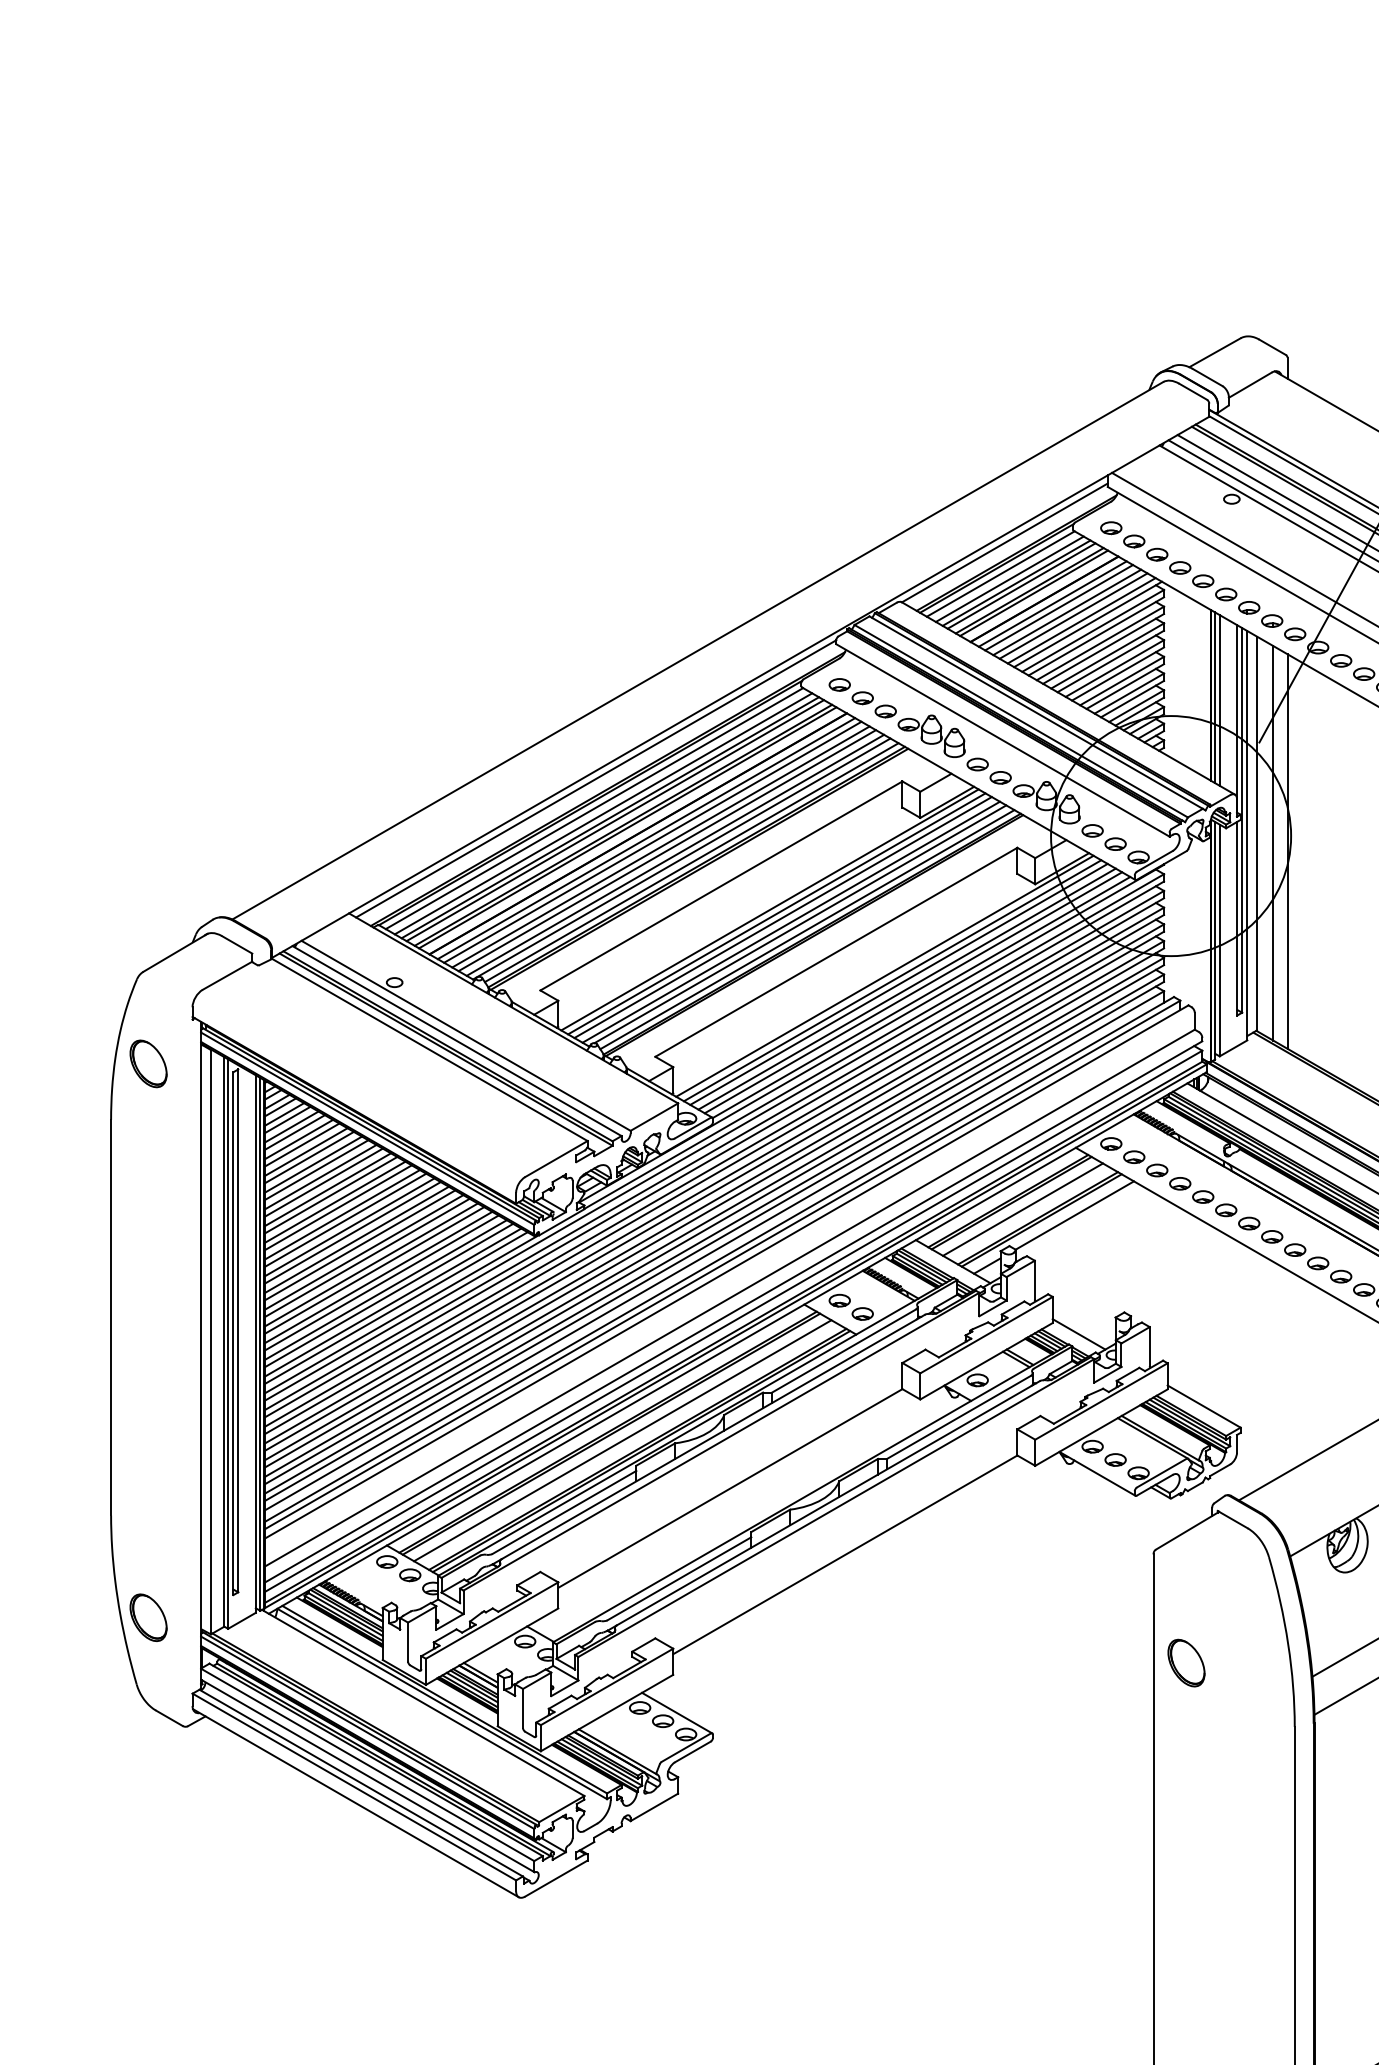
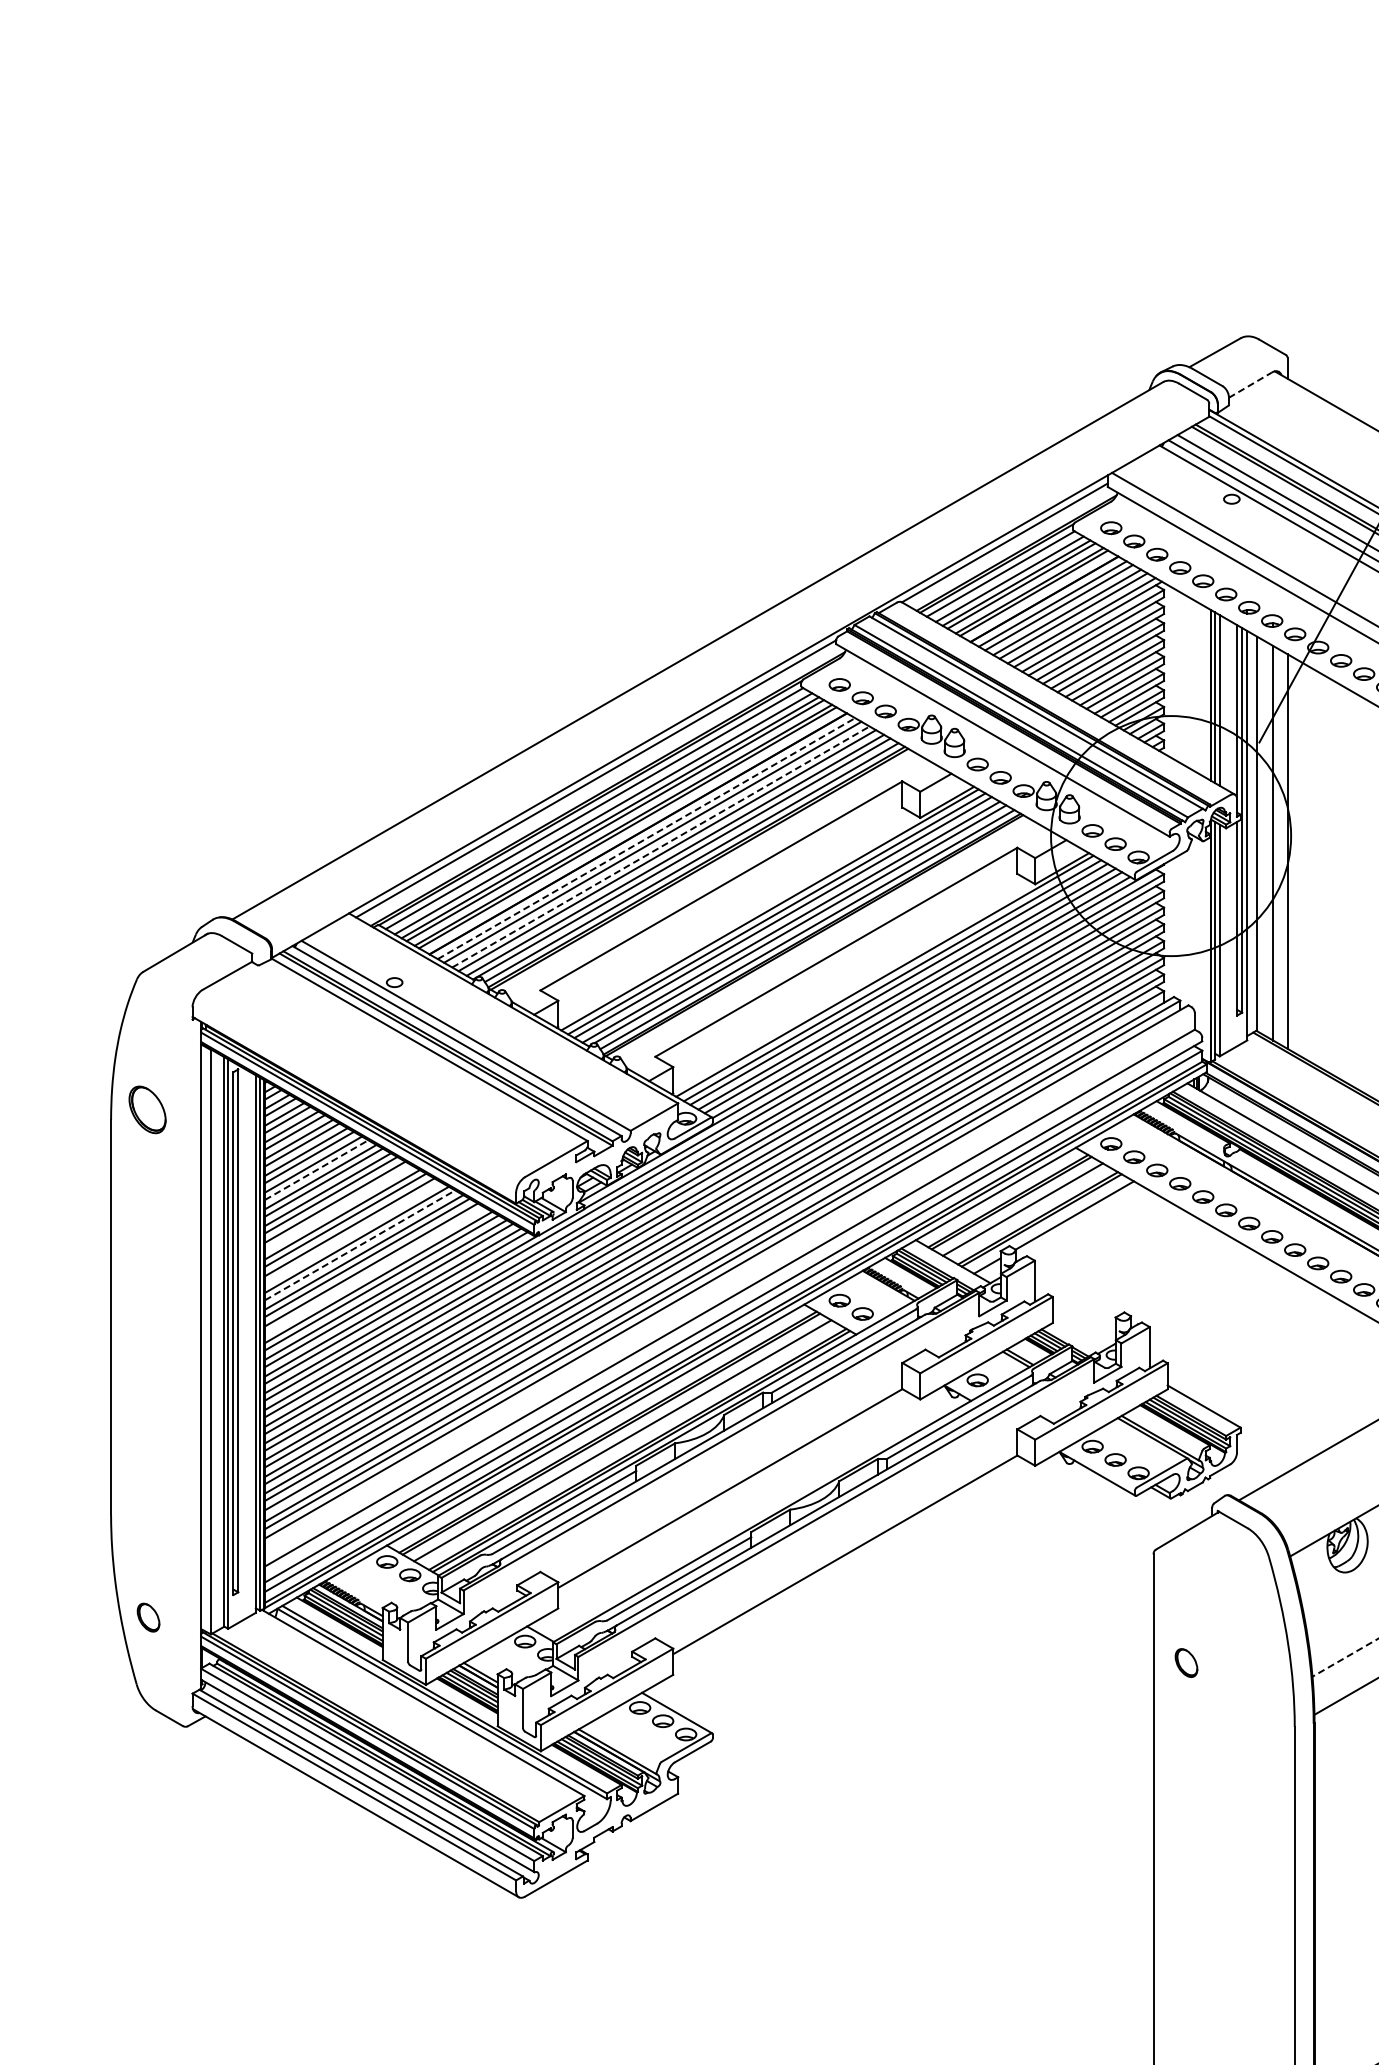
line at (1250, 385): solid -> dashed
line at (646, 838): solid -> dashed
line at (660, 847): solid -> dashed
part at (148, 1063) position: (148, 1063) -> (147, 1109)
line at (316, 1170): solid -> dashed
line at (337, 1207): present -> none
line at (352, 1232): present -> none
line at (360, 1245): solid -> dashed
line at (374, 1270): present -> none
line at (1078, 1334): present -> none
part at (148, 1617) size: 39x49 px -> 25x31 px
line at (1345, 1657): solid -> dashed
part at (1186, 1662) size: 39x50 px -> 25x30 px
